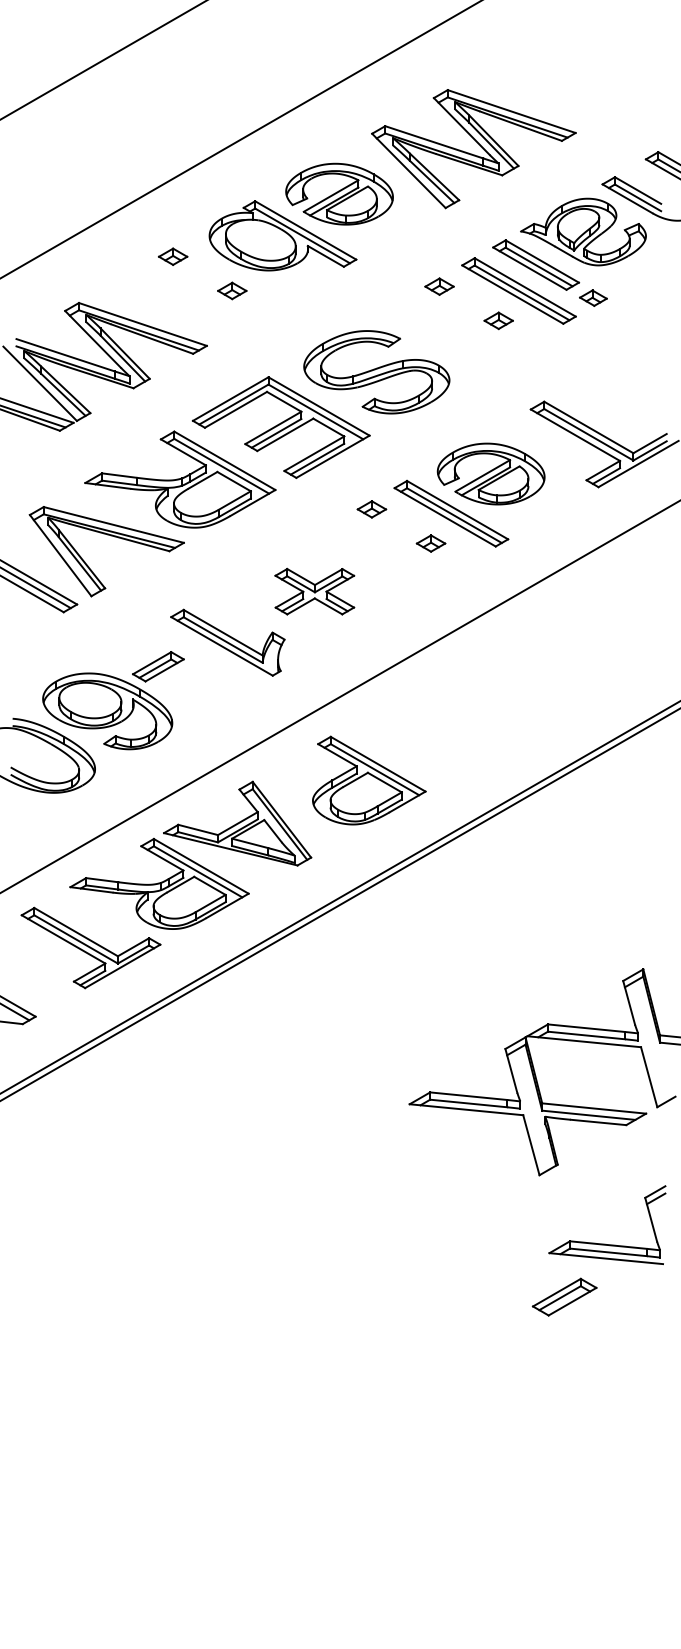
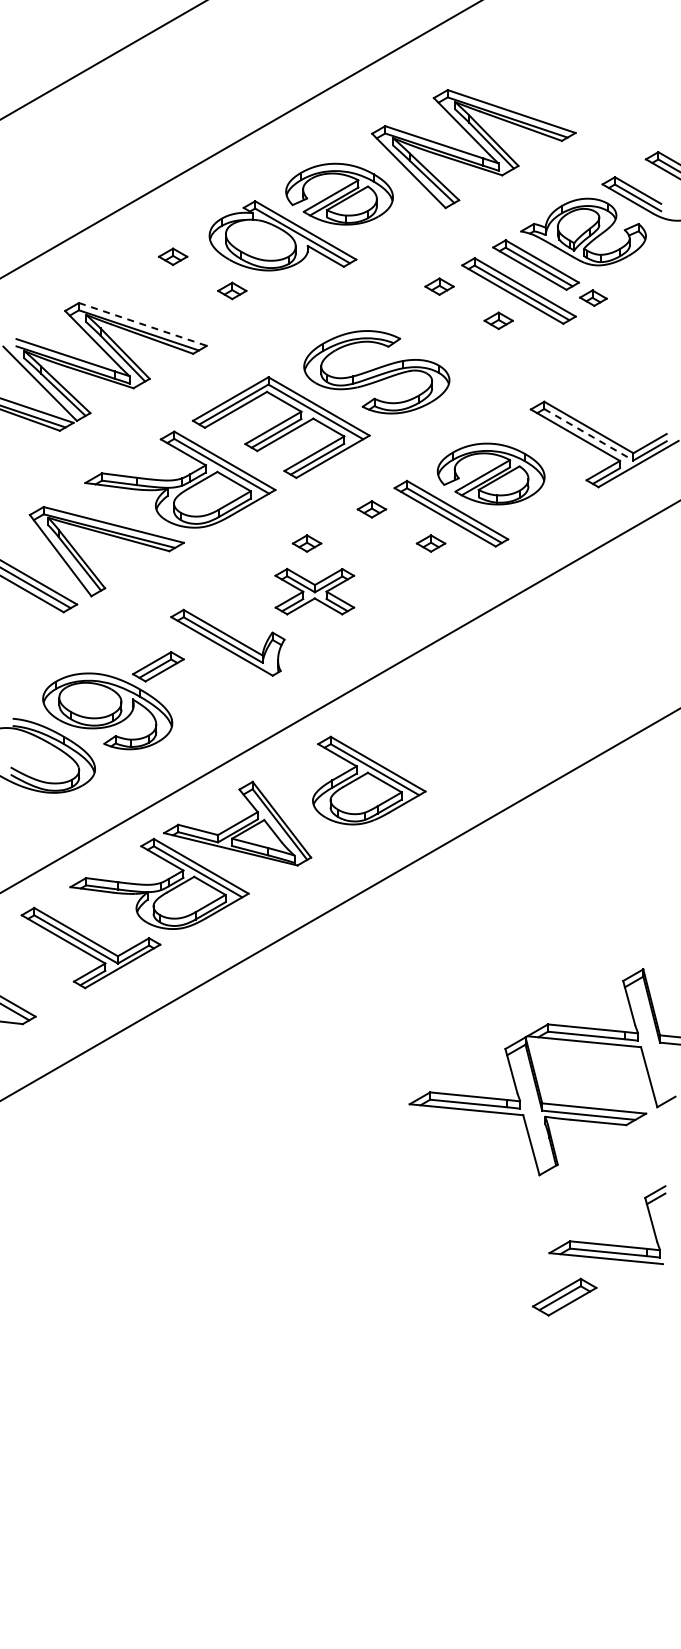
line at (143, 324): solid -> dashed
line at (589, 435): solid -> dashed
part at (306, 543): none -> present
line at (339, 897): present -> none
